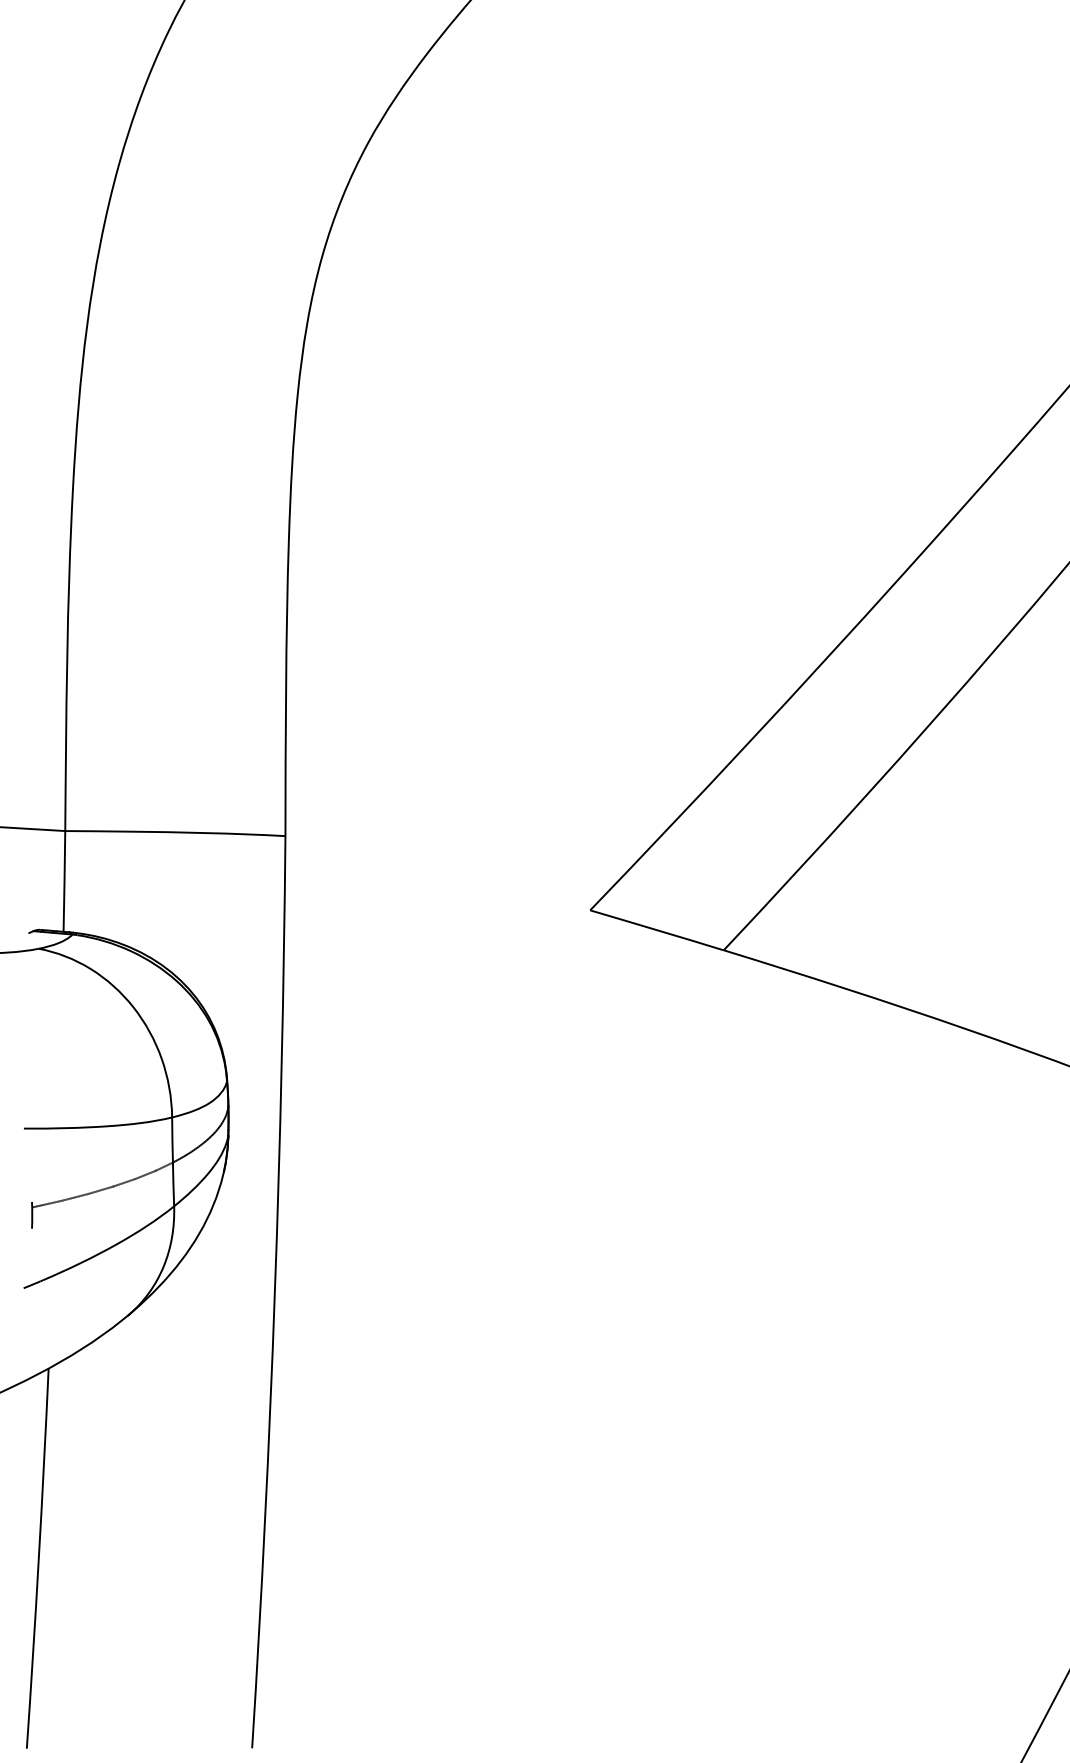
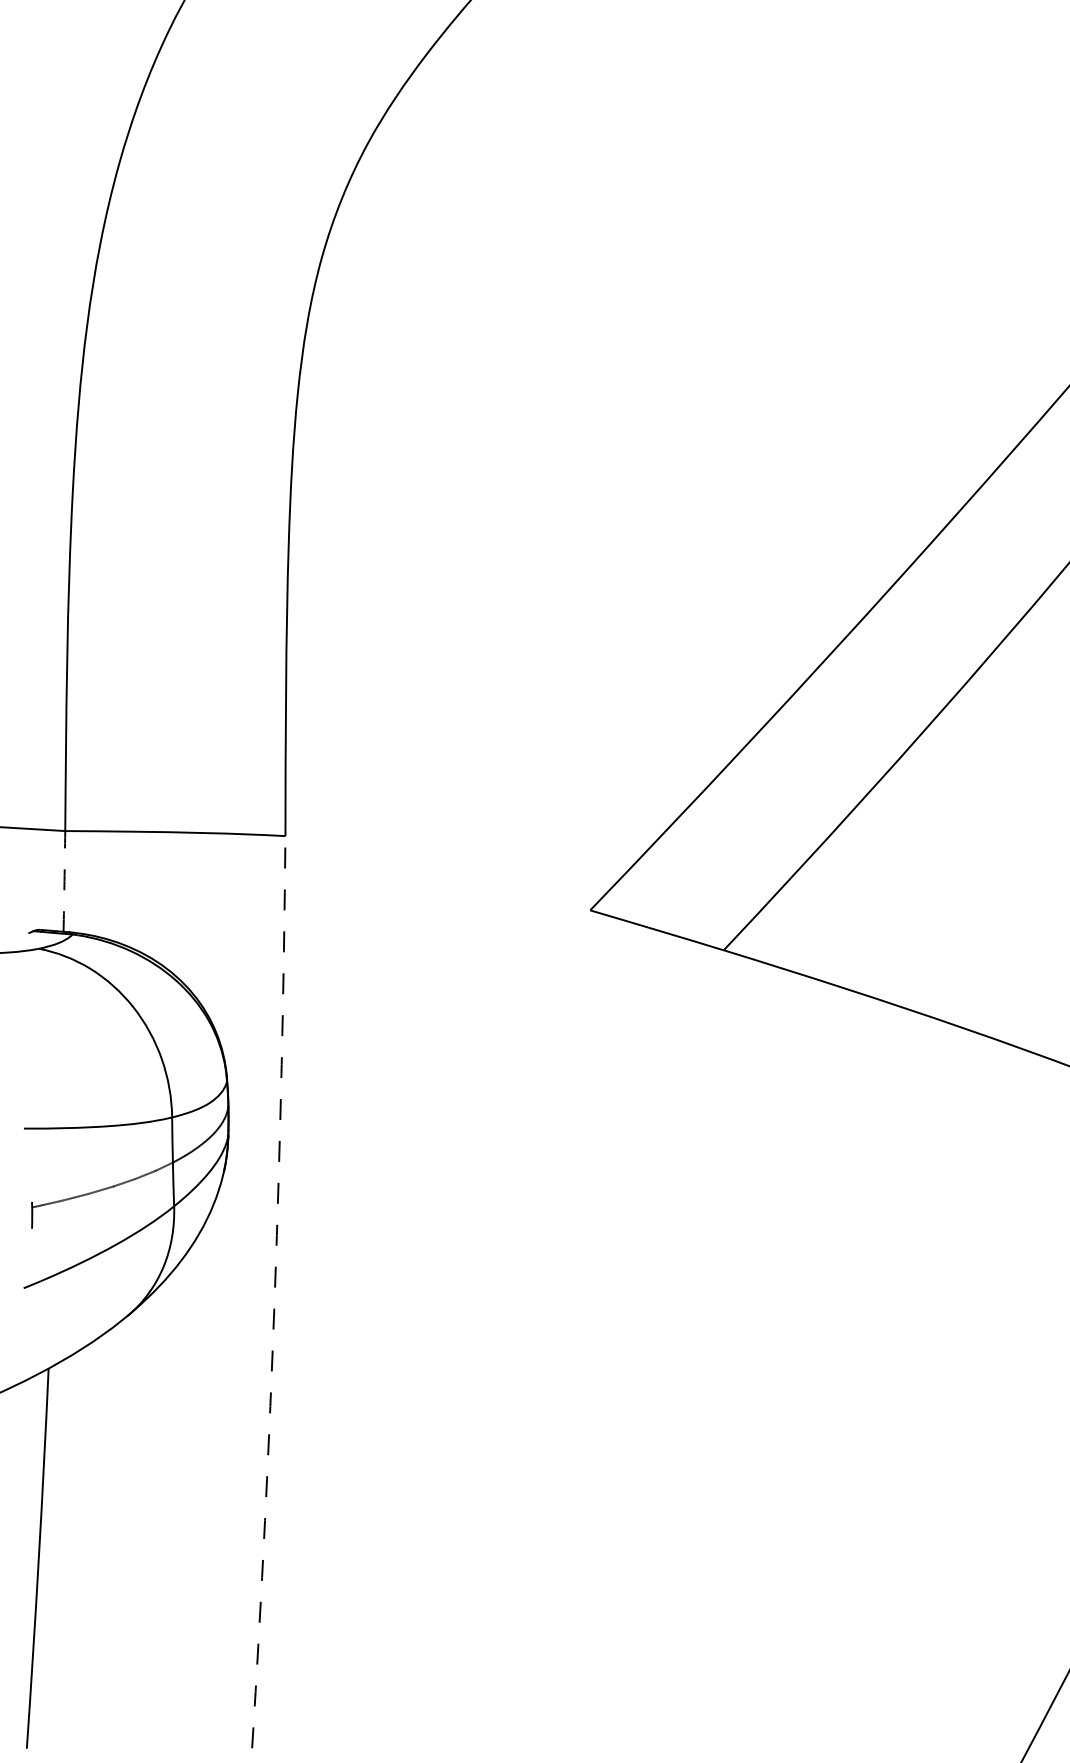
arc at (64, 881): solid -> dashed
arc at (274, 1292): solid -> dashed
